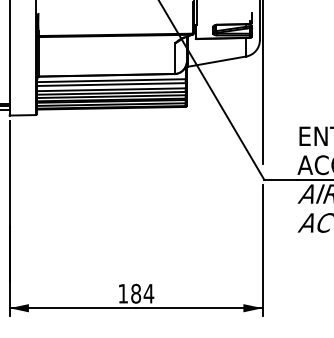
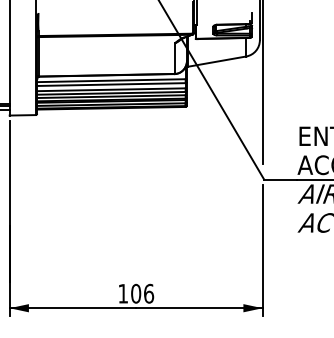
text at (142, 293): 184 -> 106
